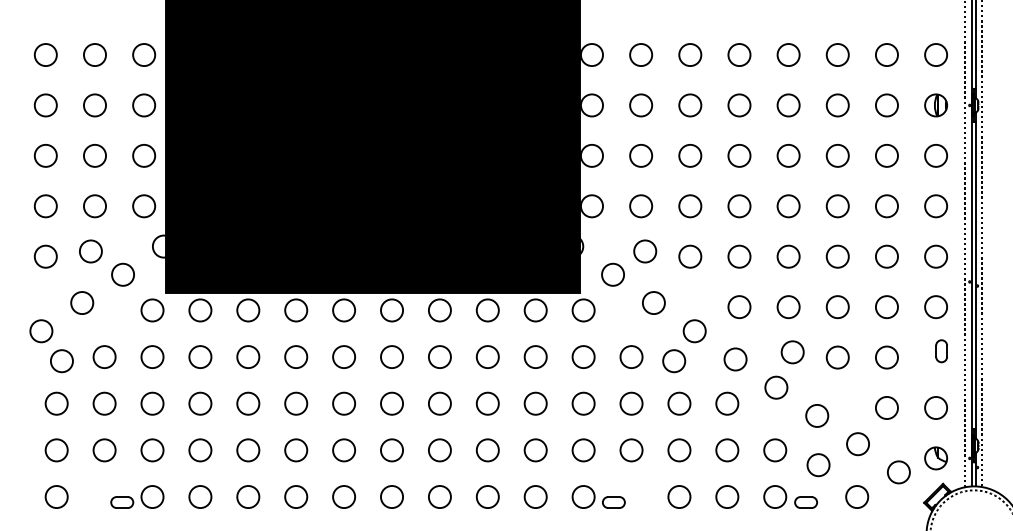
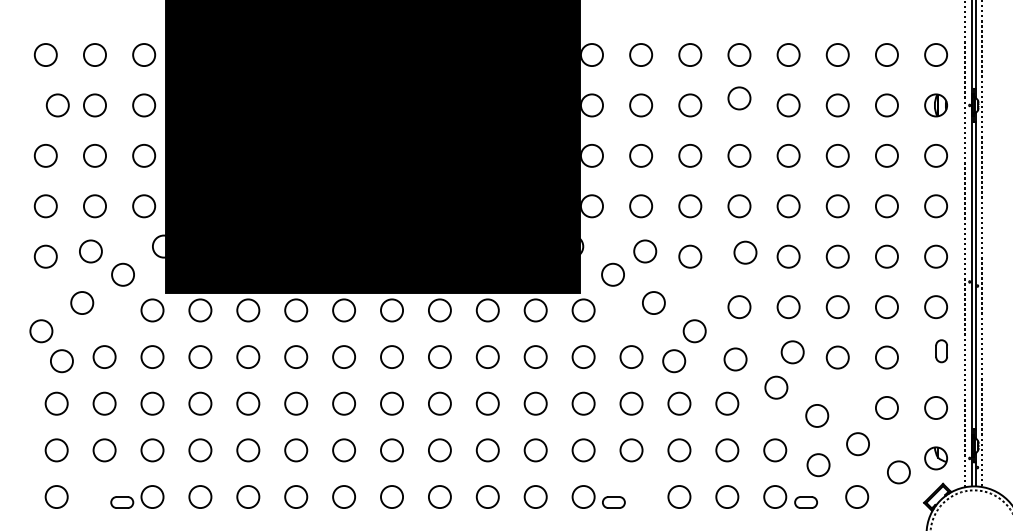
circle at (45, 105) position: (45, 105) -> (57, 105)
circle at (739, 105) position: (739, 105) -> (739, 98)
circle at (739, 256) position: (739, 256) -> (745, 252)
